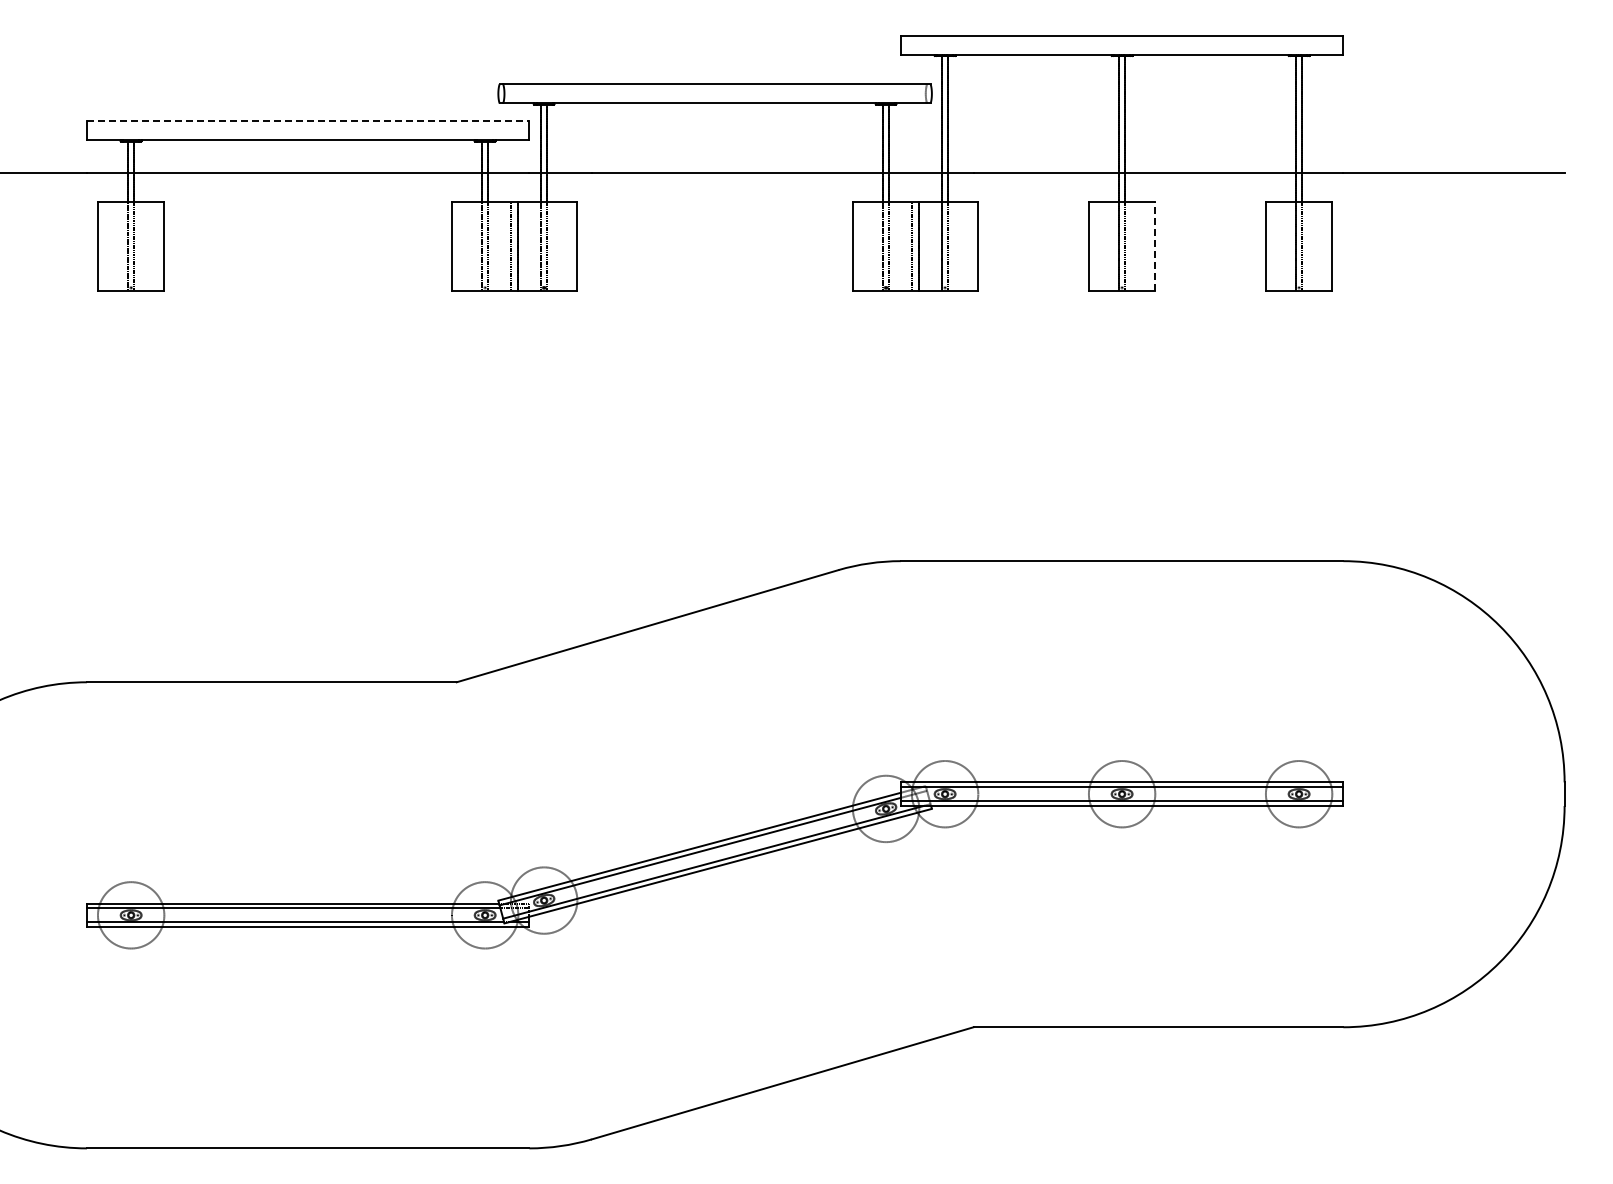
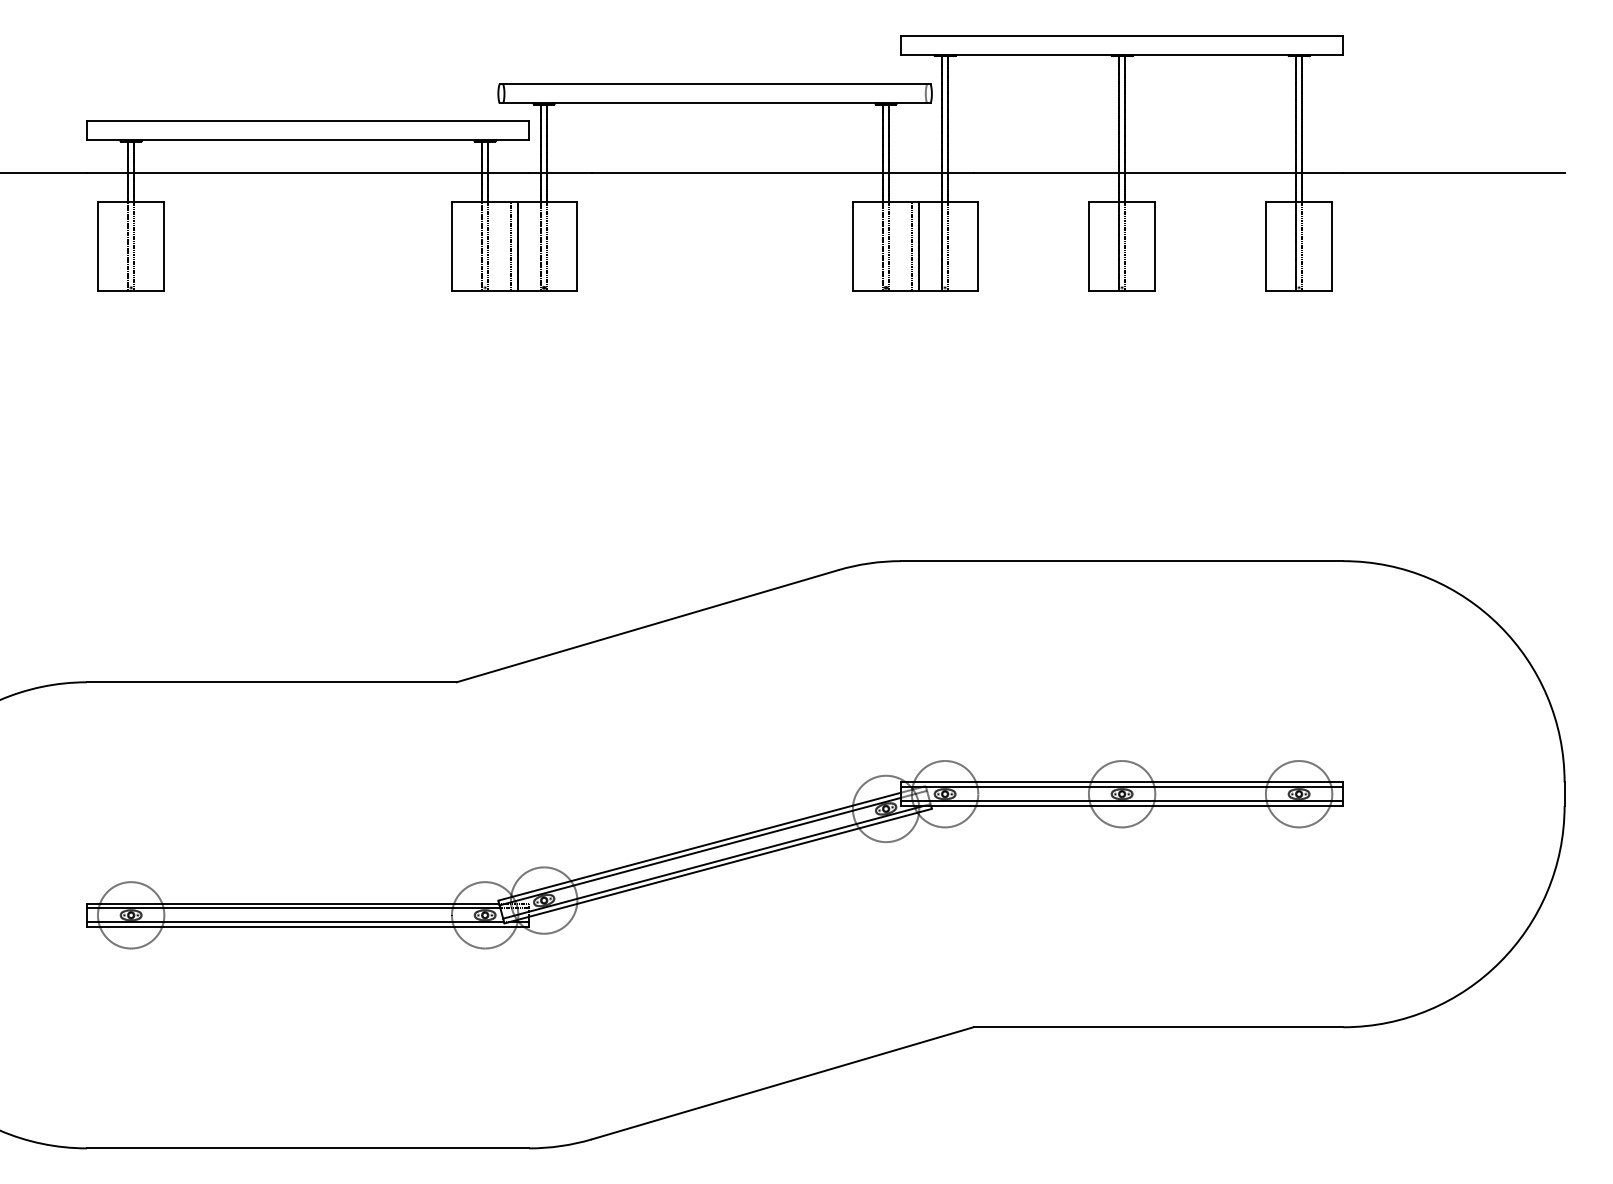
line at (308, 121): dashed -> solid
line at (1155, 246): dashed -> solid
